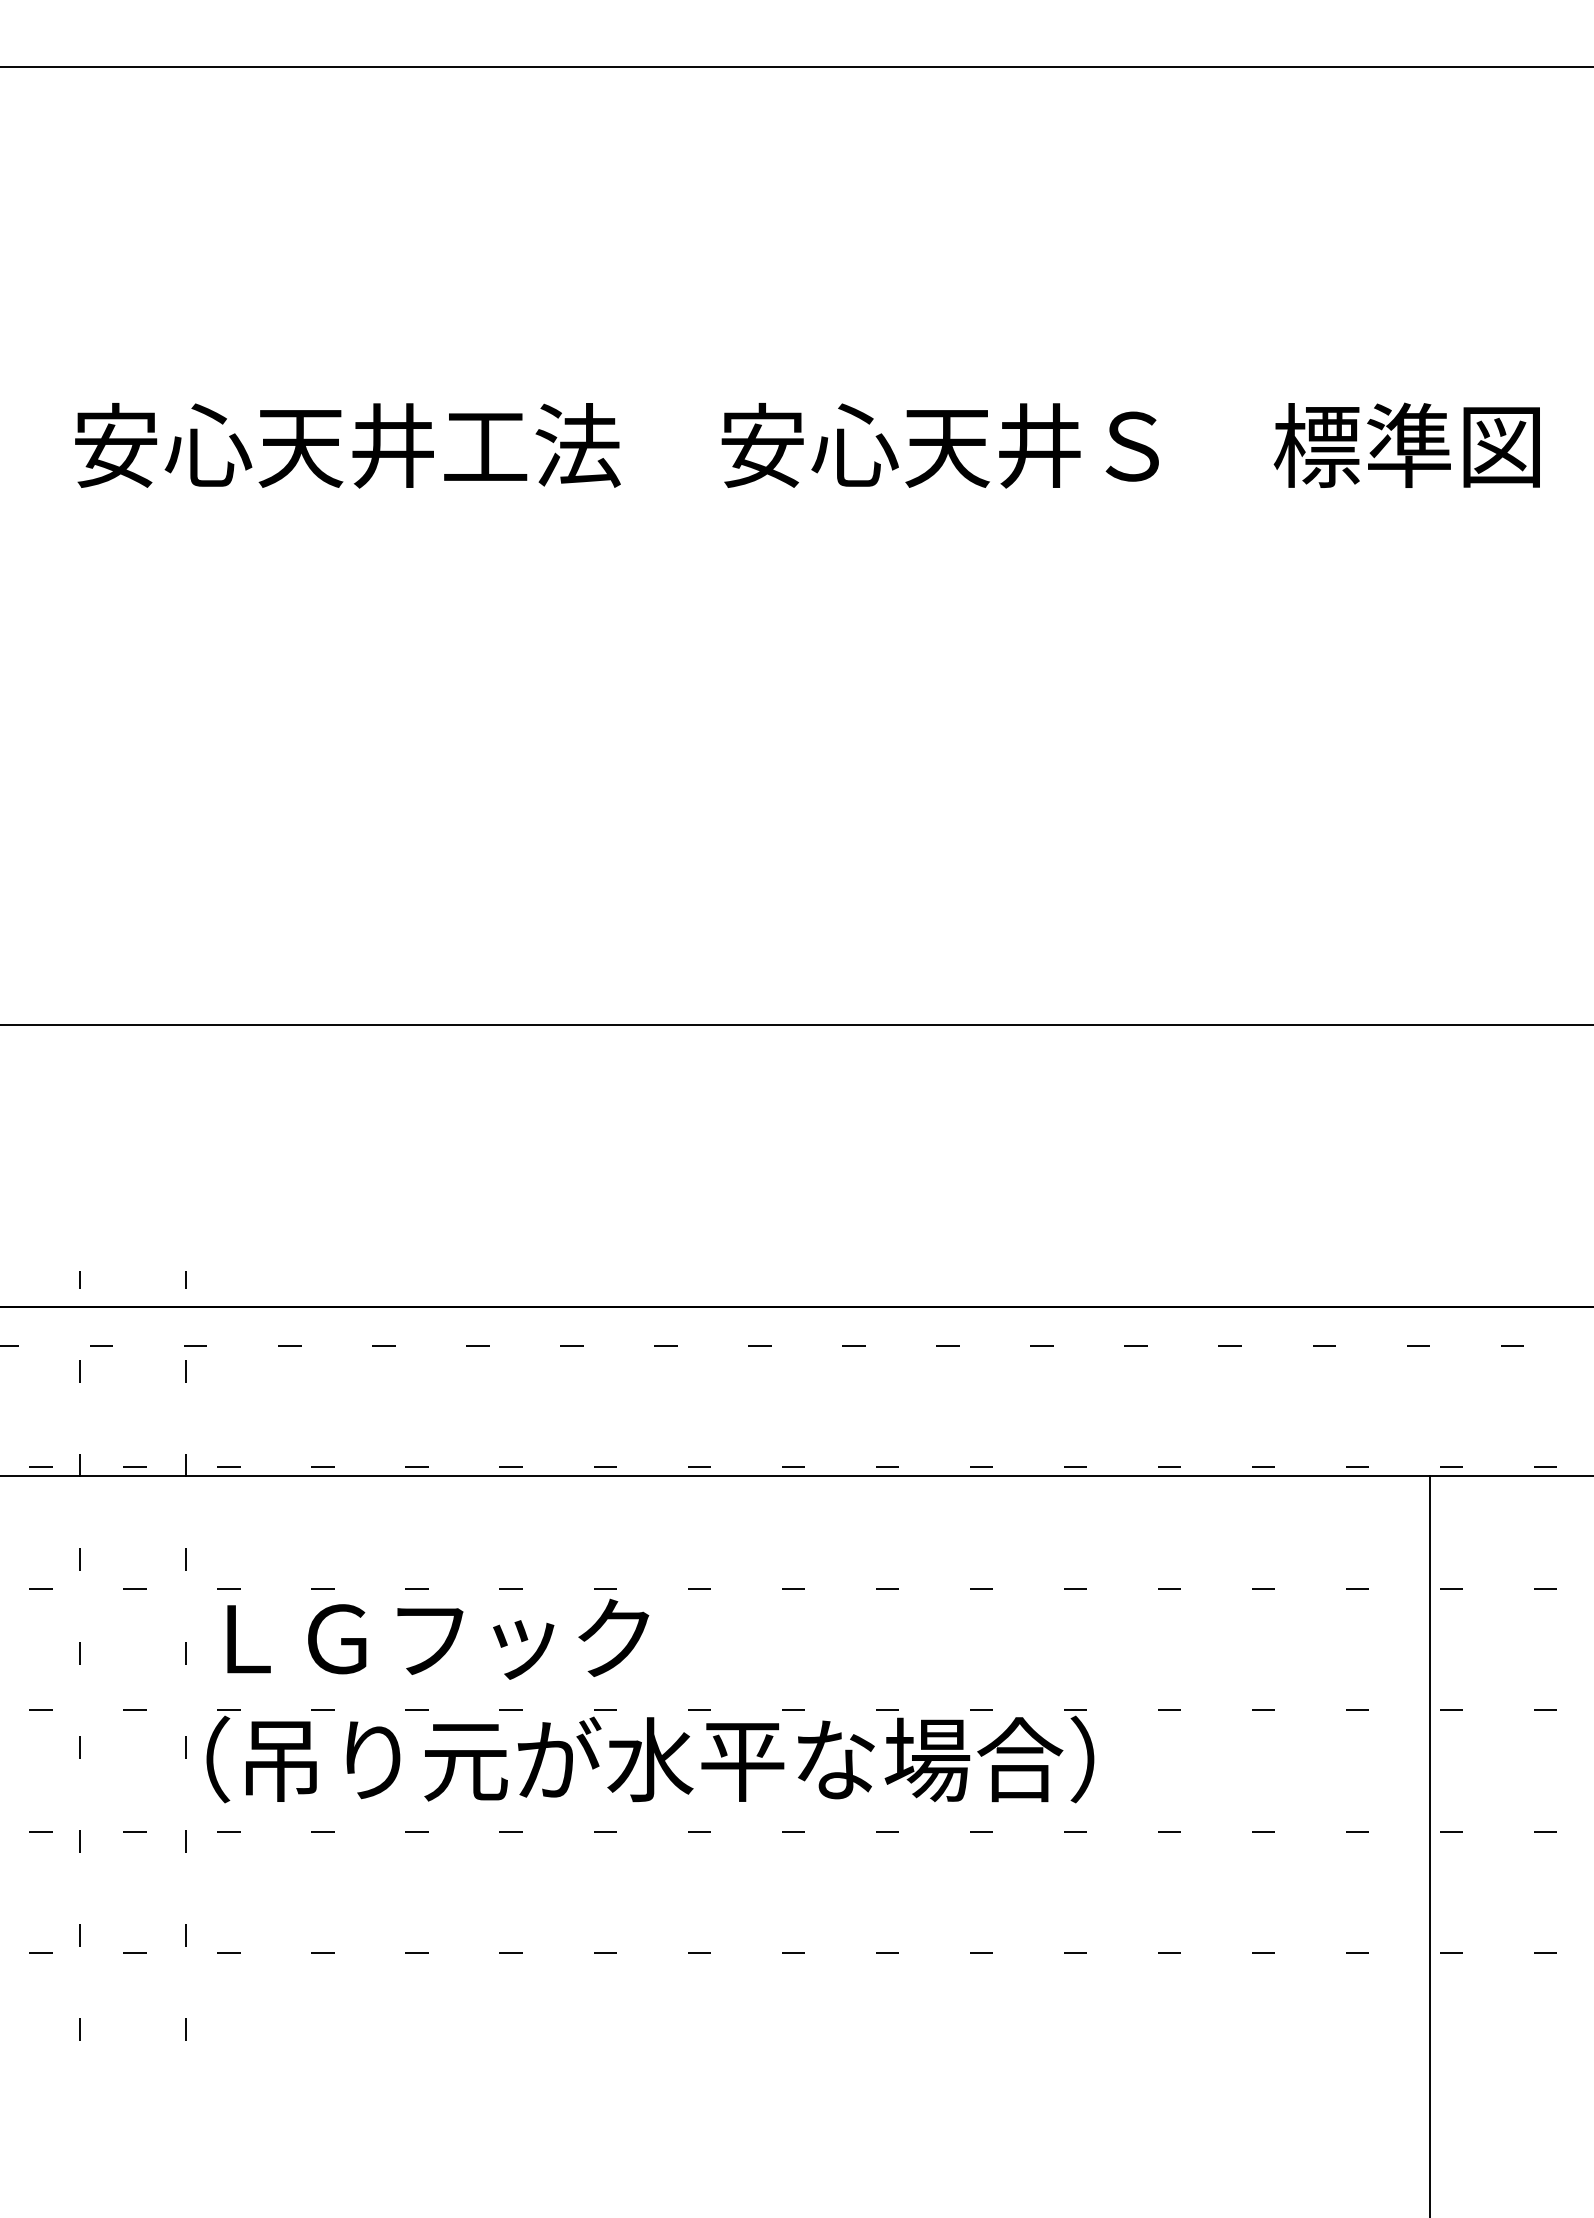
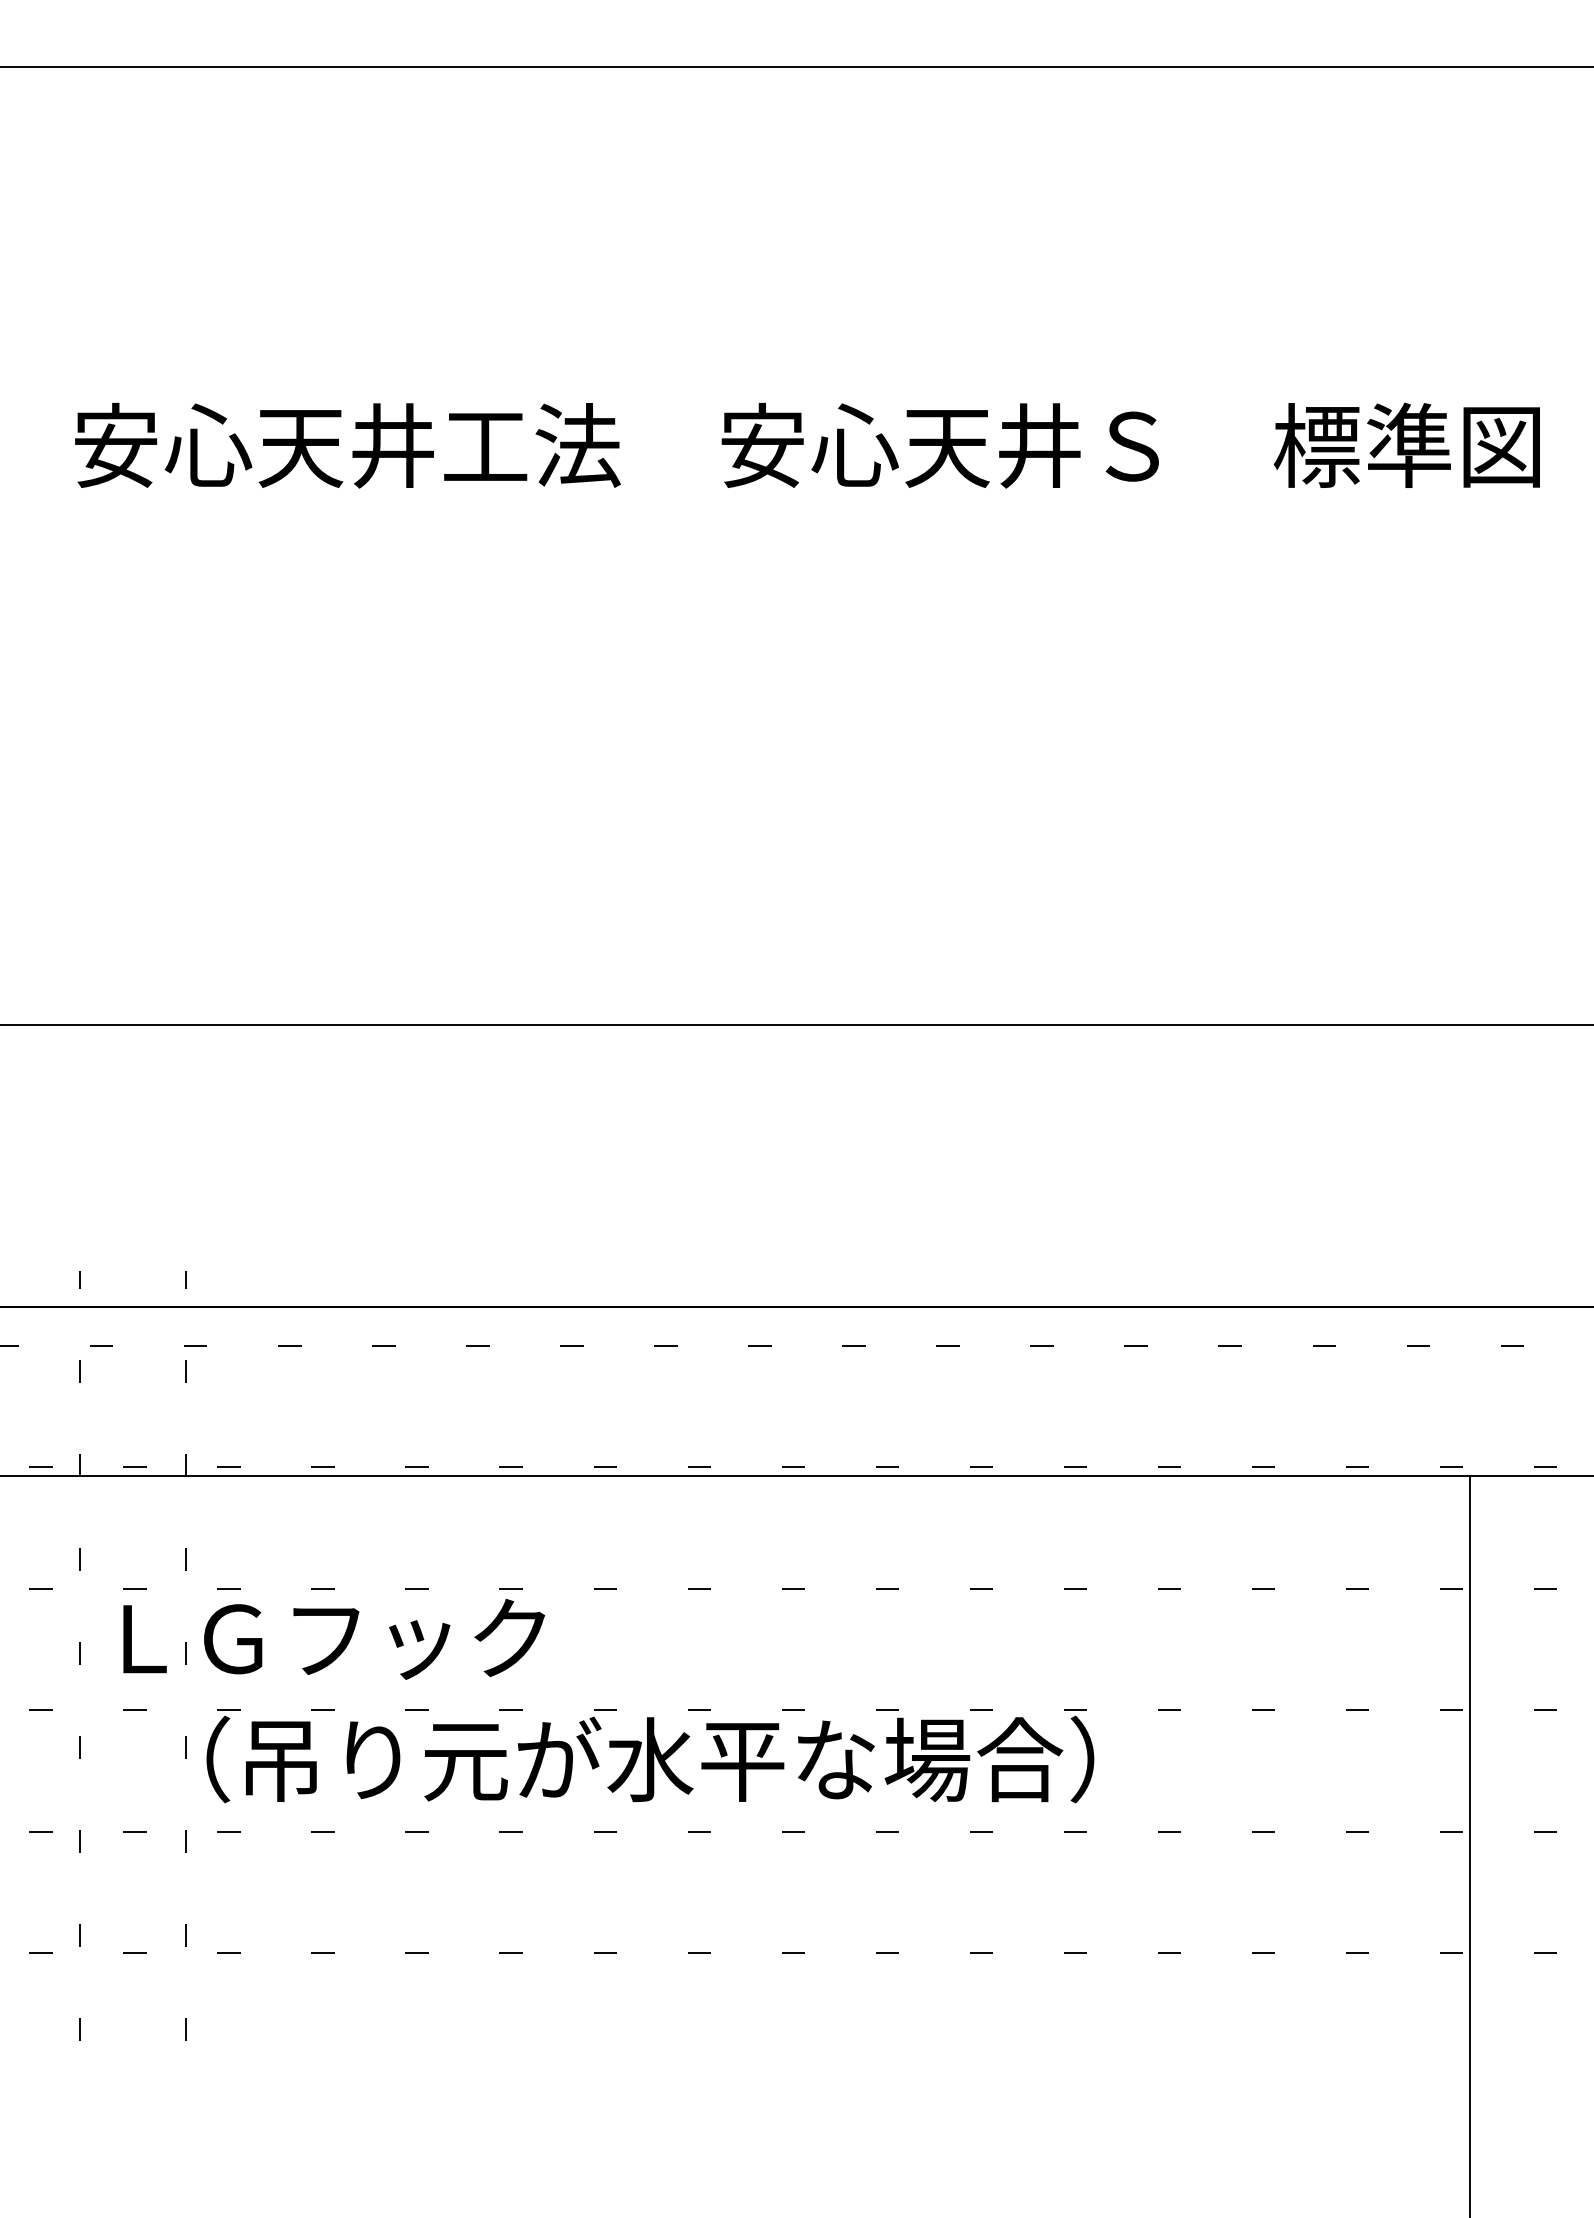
text at (438, 1638) position: (438, 1638) -> (334, 1638)
line at (1429, 1845) position: (1429, 1845) -> (1469, 1845)
